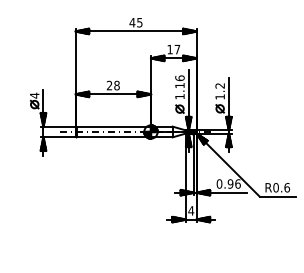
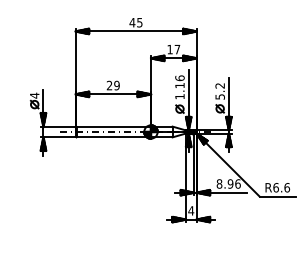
text at (116, 85): 28 -> 29
text at (219, 96): 1.2 -> 5.2
text at (219, 183): 0.96 -> 8.96
text at (275, 187): R0.6 -> R6.6
